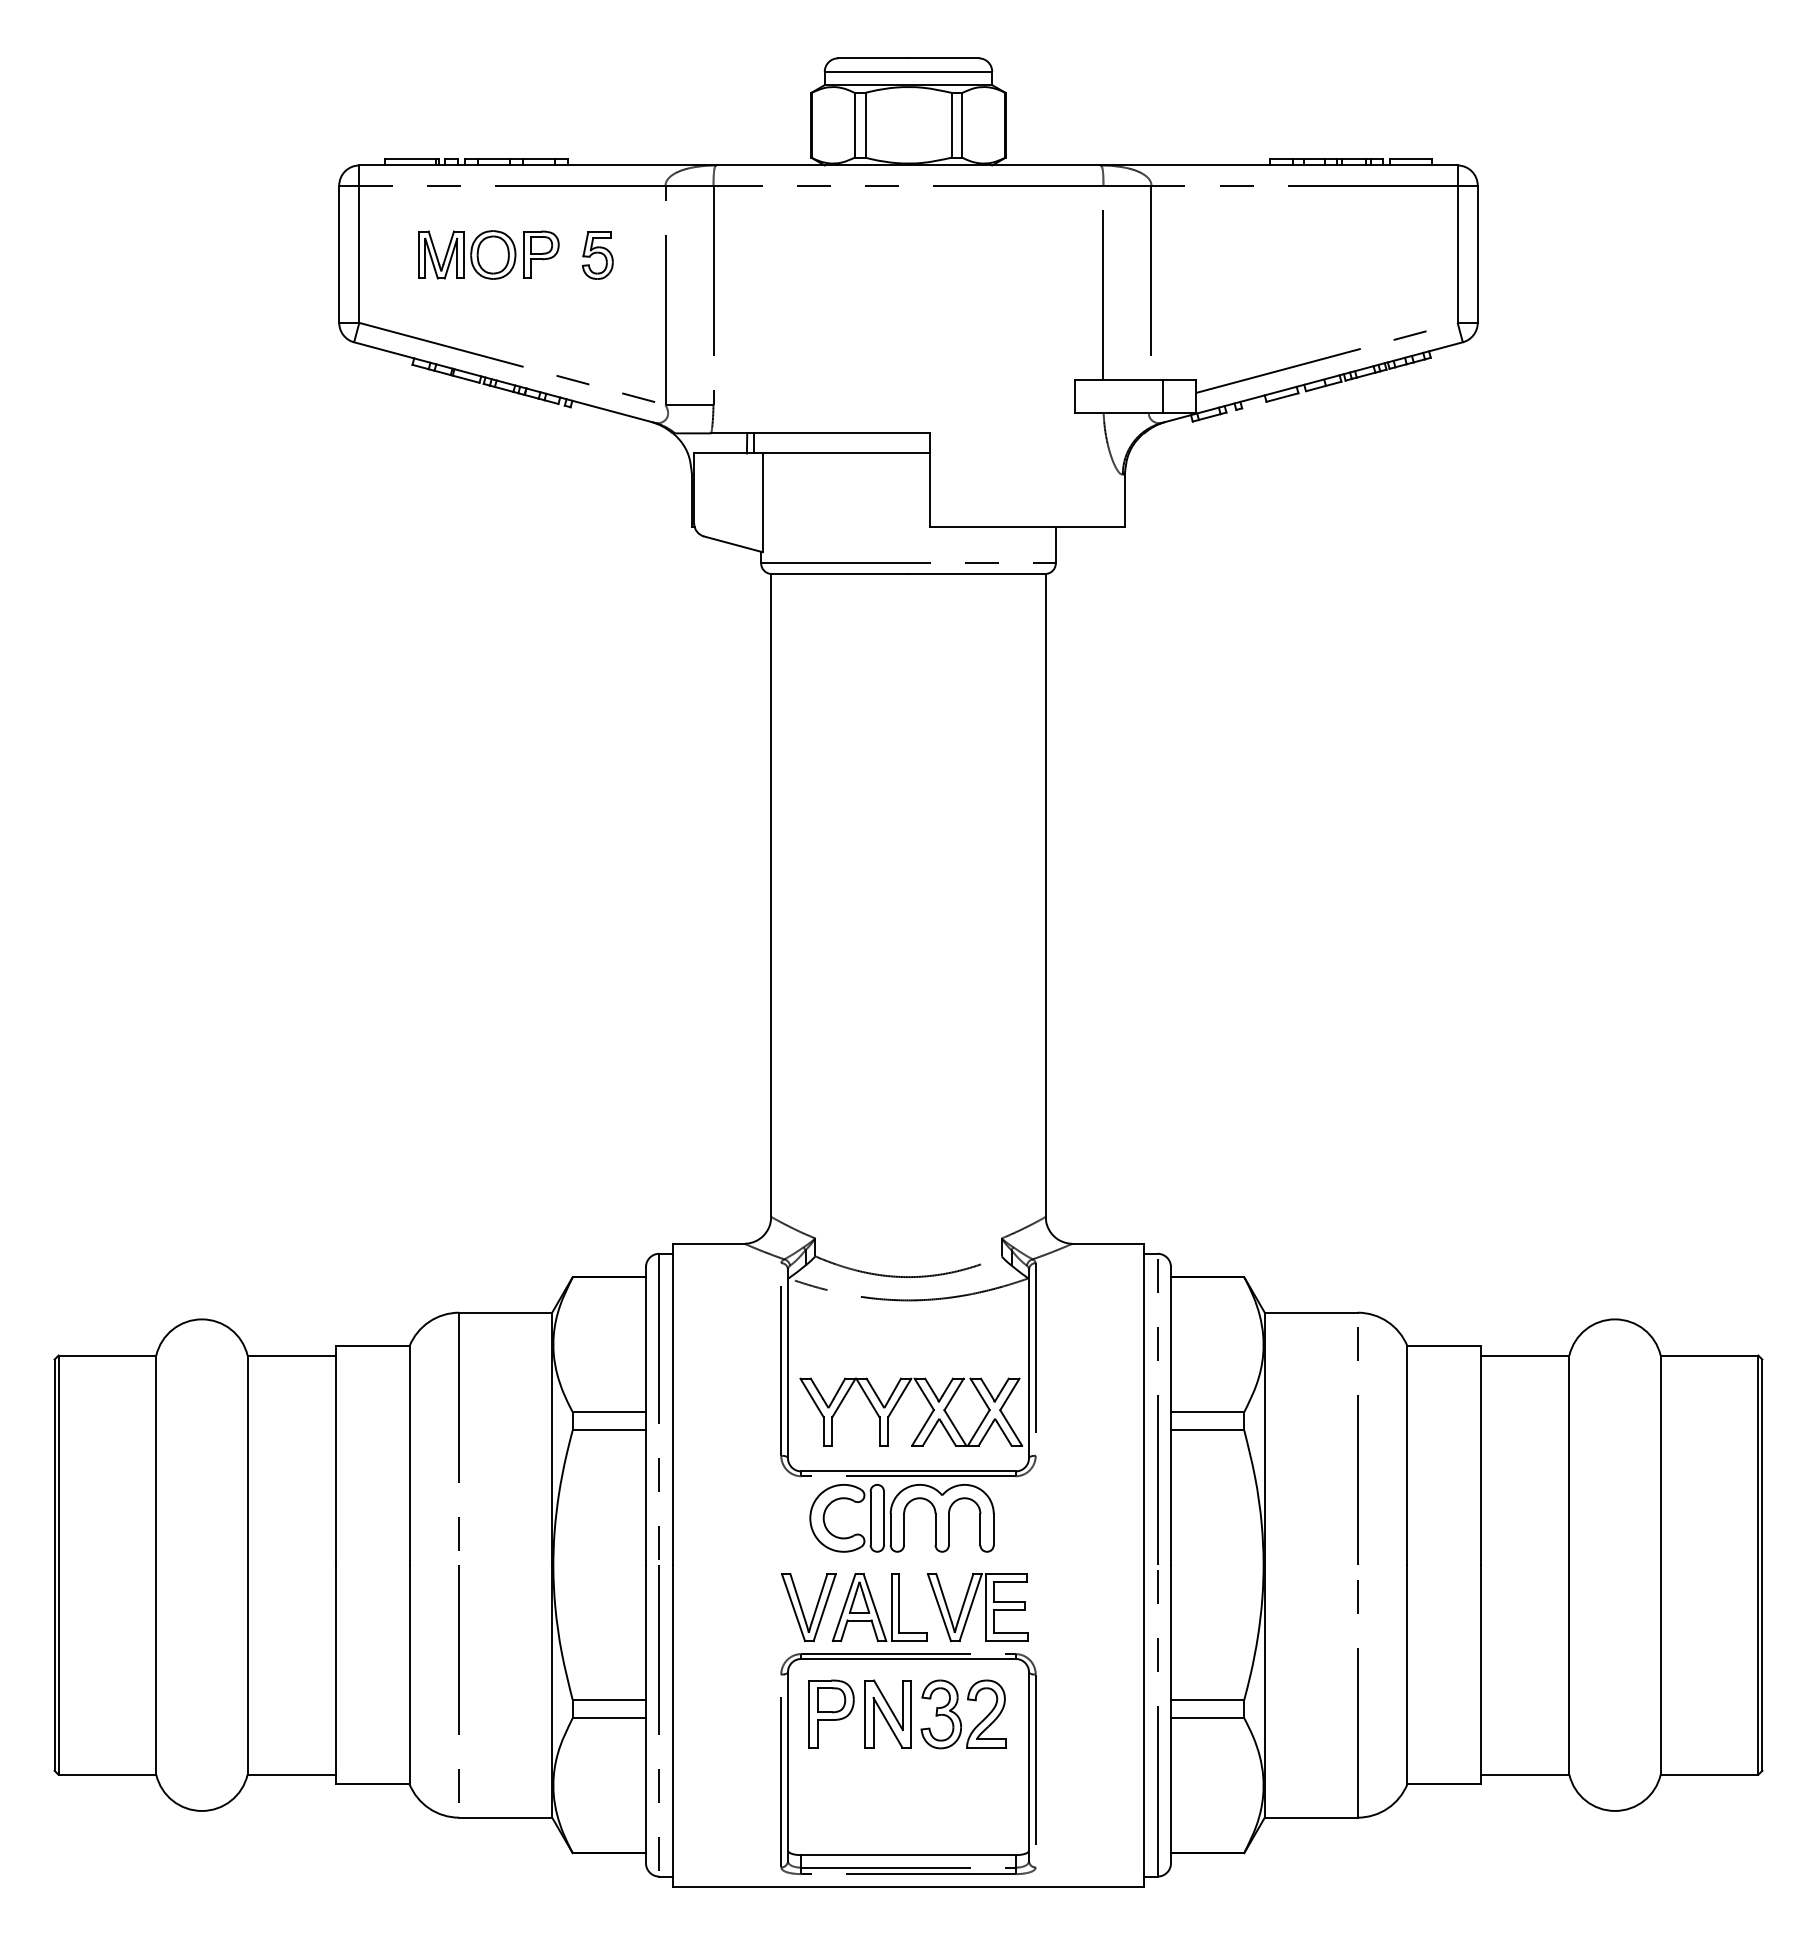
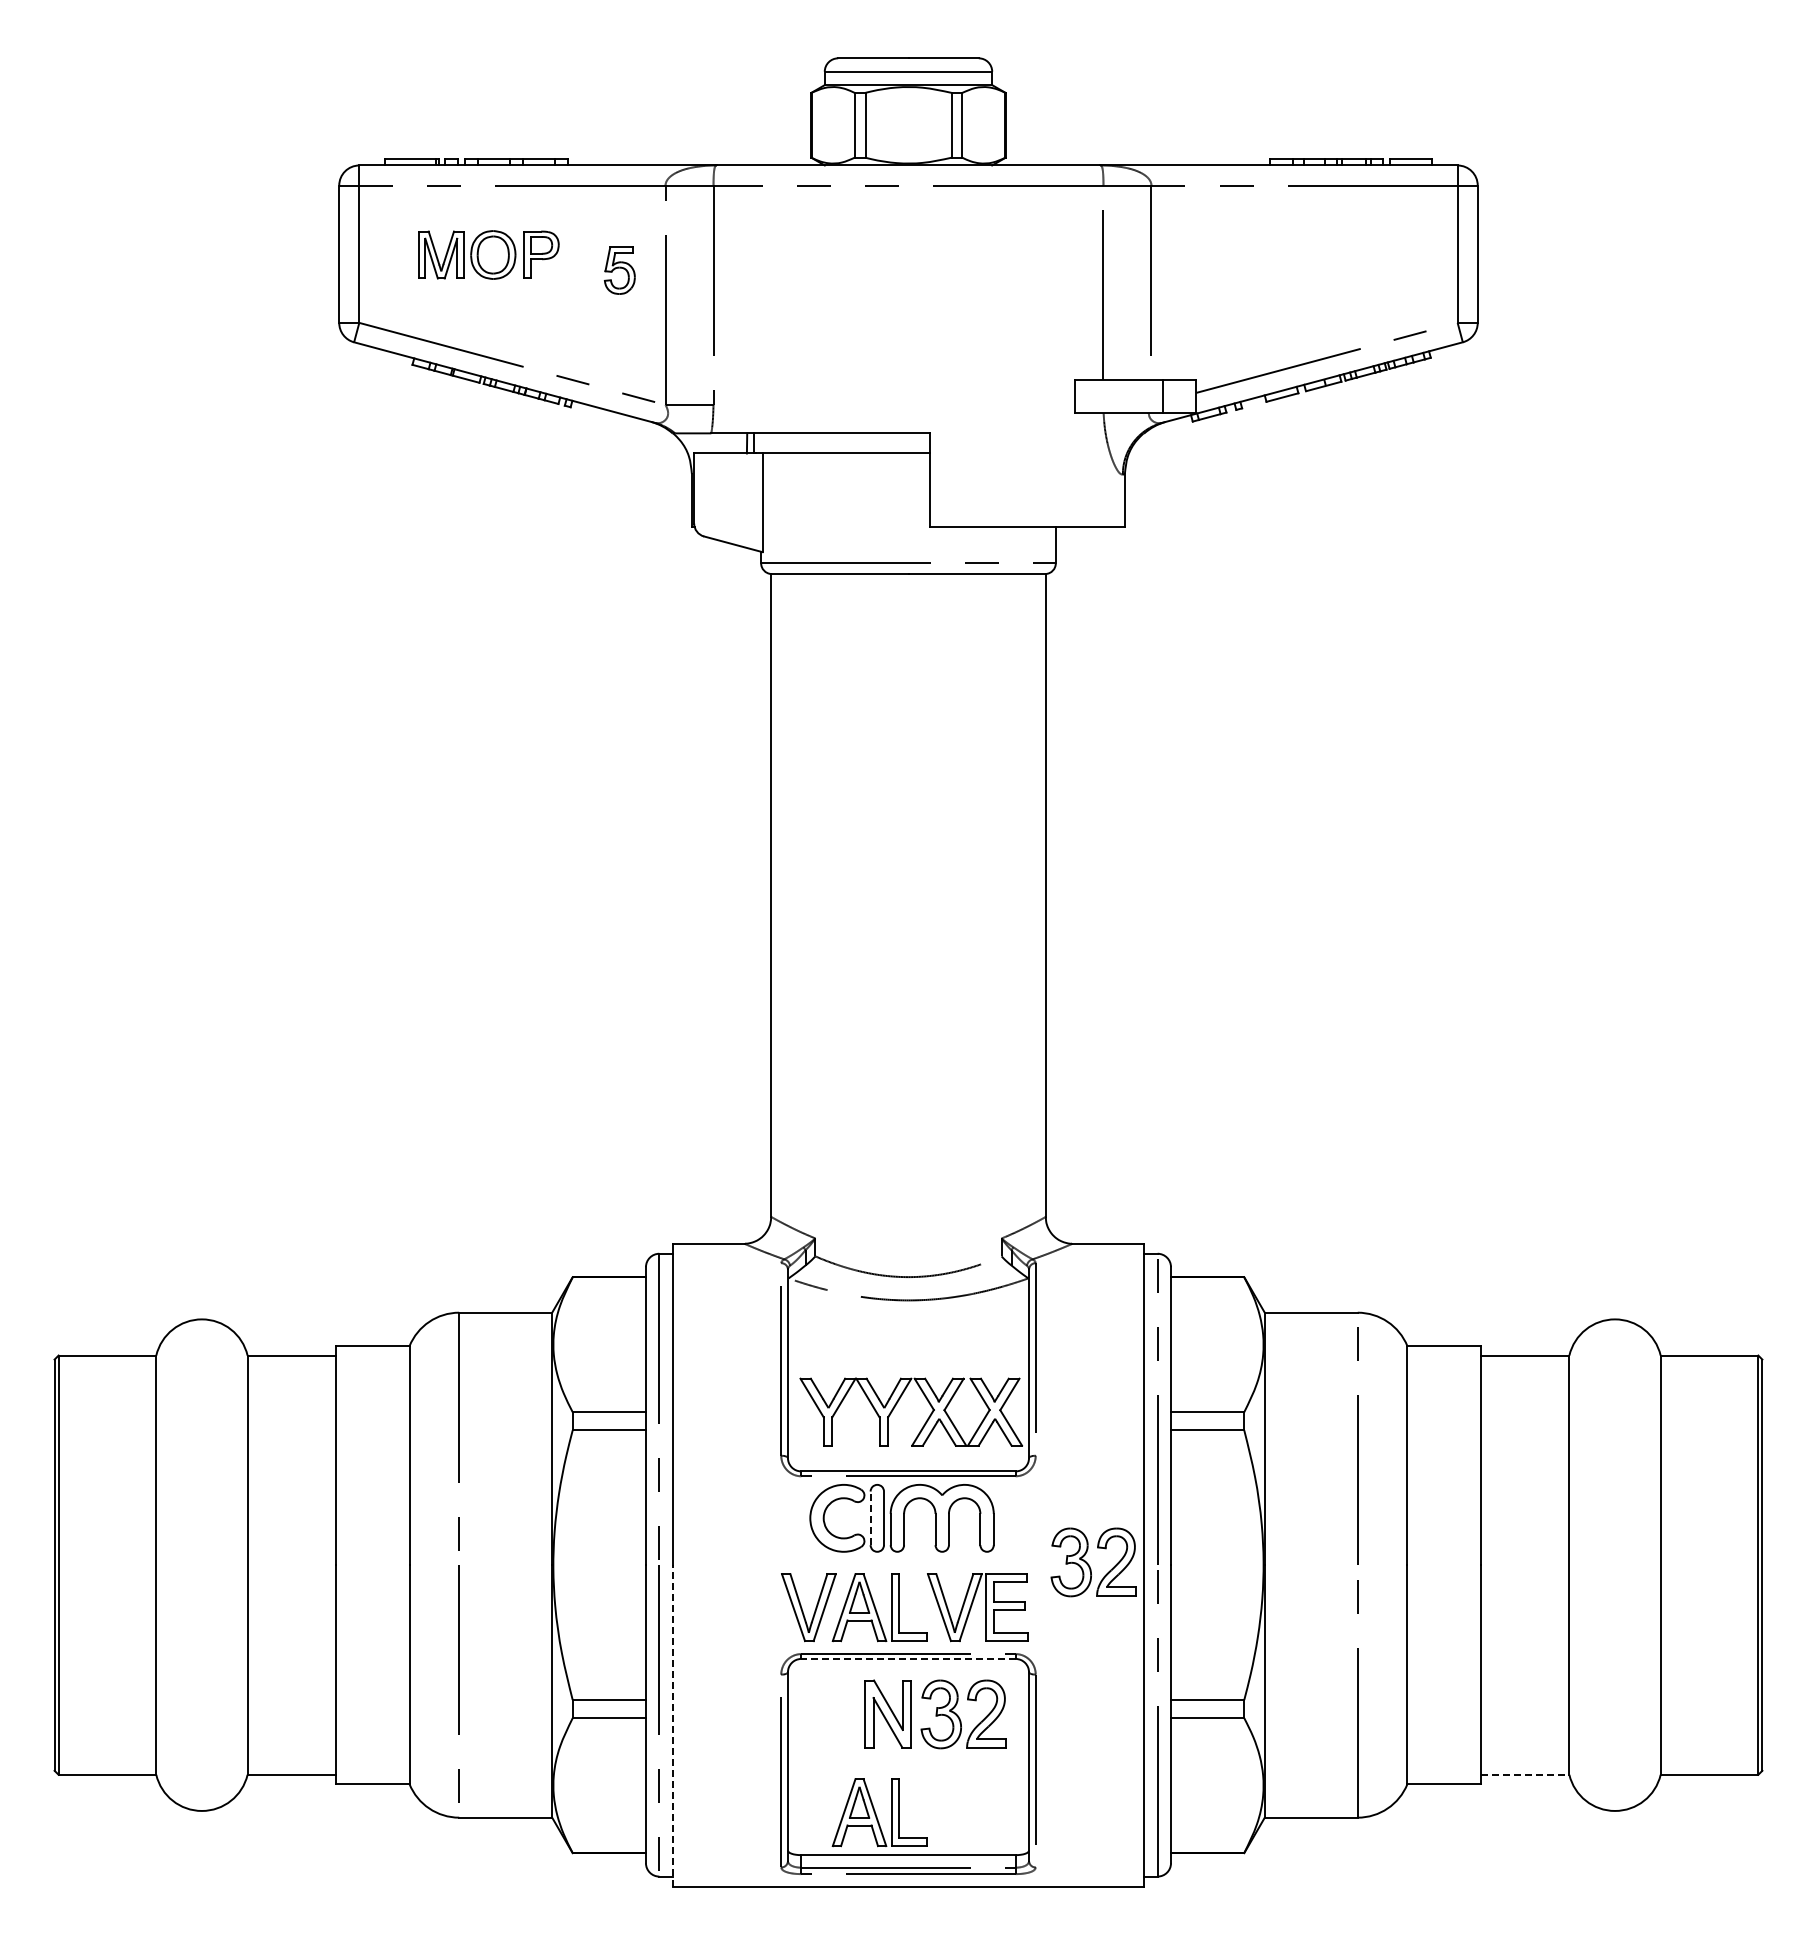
part at (597, 255) position: (597, 255) -> (619, 270)
line at (870, 1518): solid -> dashed
part at (1093, 1562): none -> present
line at (907, 1658): solid -> dashed
part at (831, 1713): present -> none
line at (672, 1725): solid -> dashed
line at (1525, 1774): solid -> dashed
part at (879, 1812): none -> present
